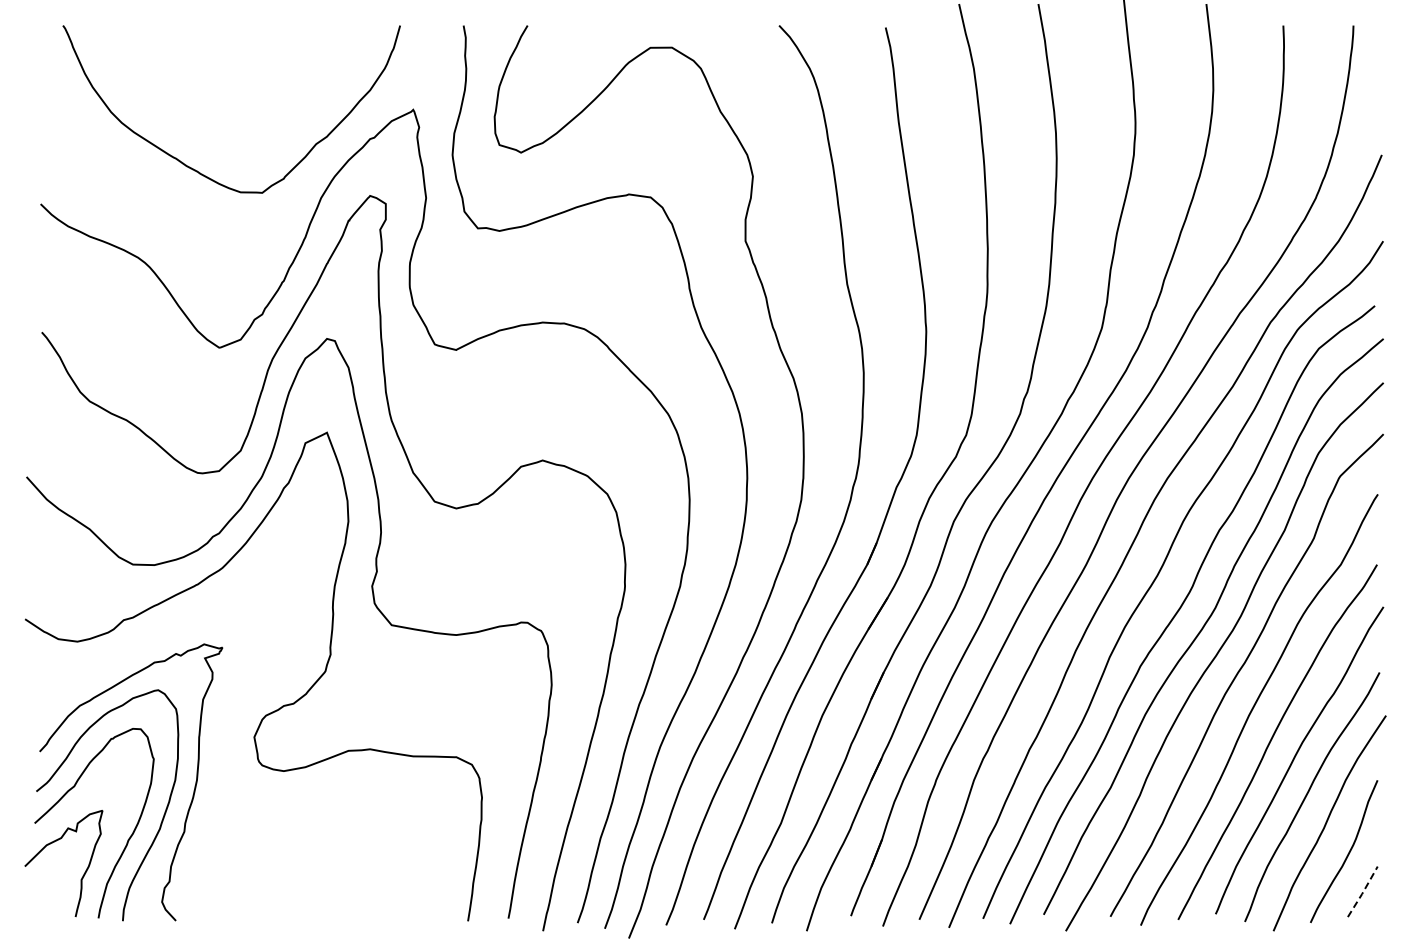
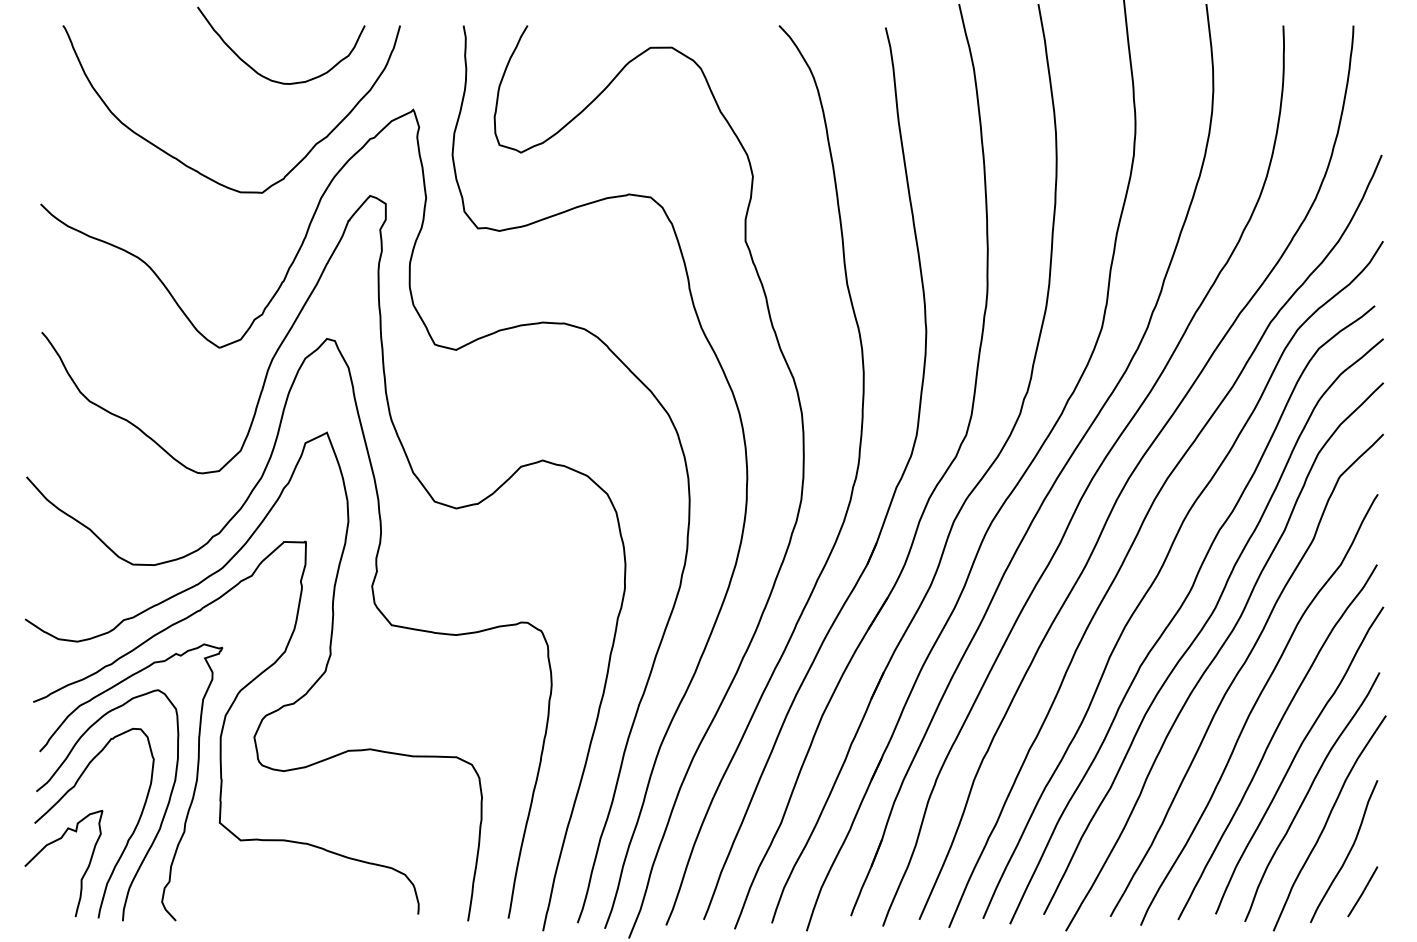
curve at (265, 76): none -> present
curve at (224, 726): none -> present
line at (1363, 892): dashed -> solid
